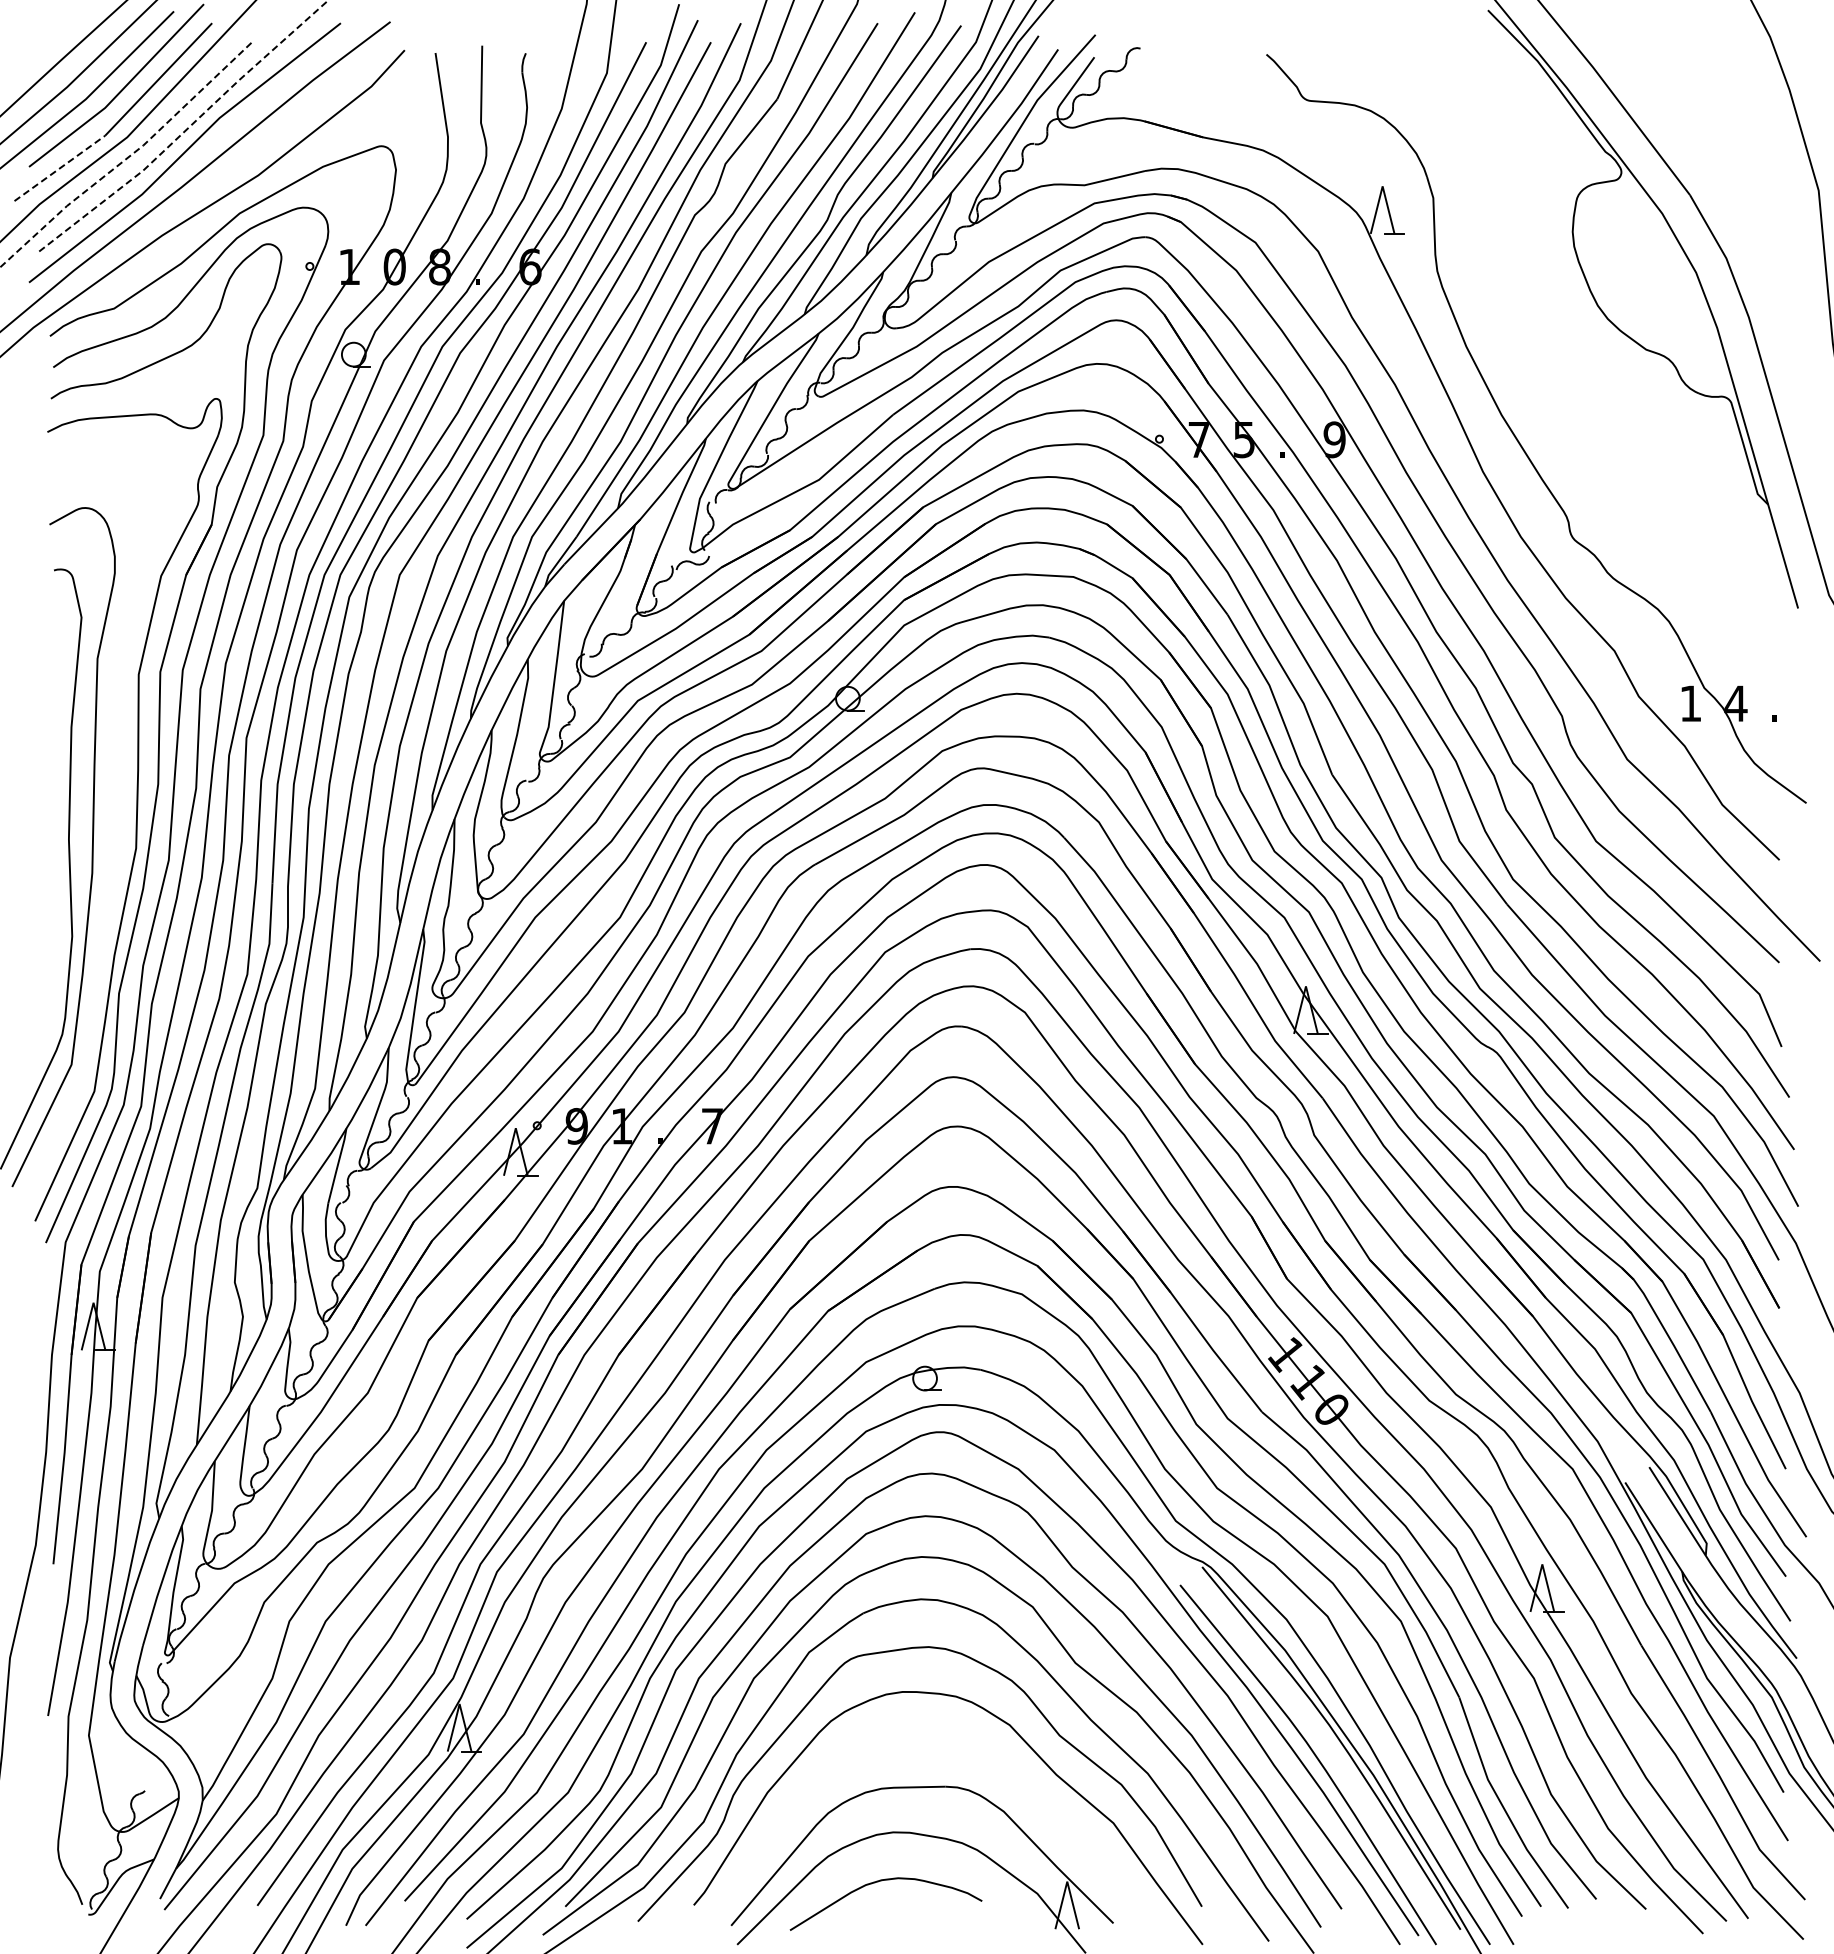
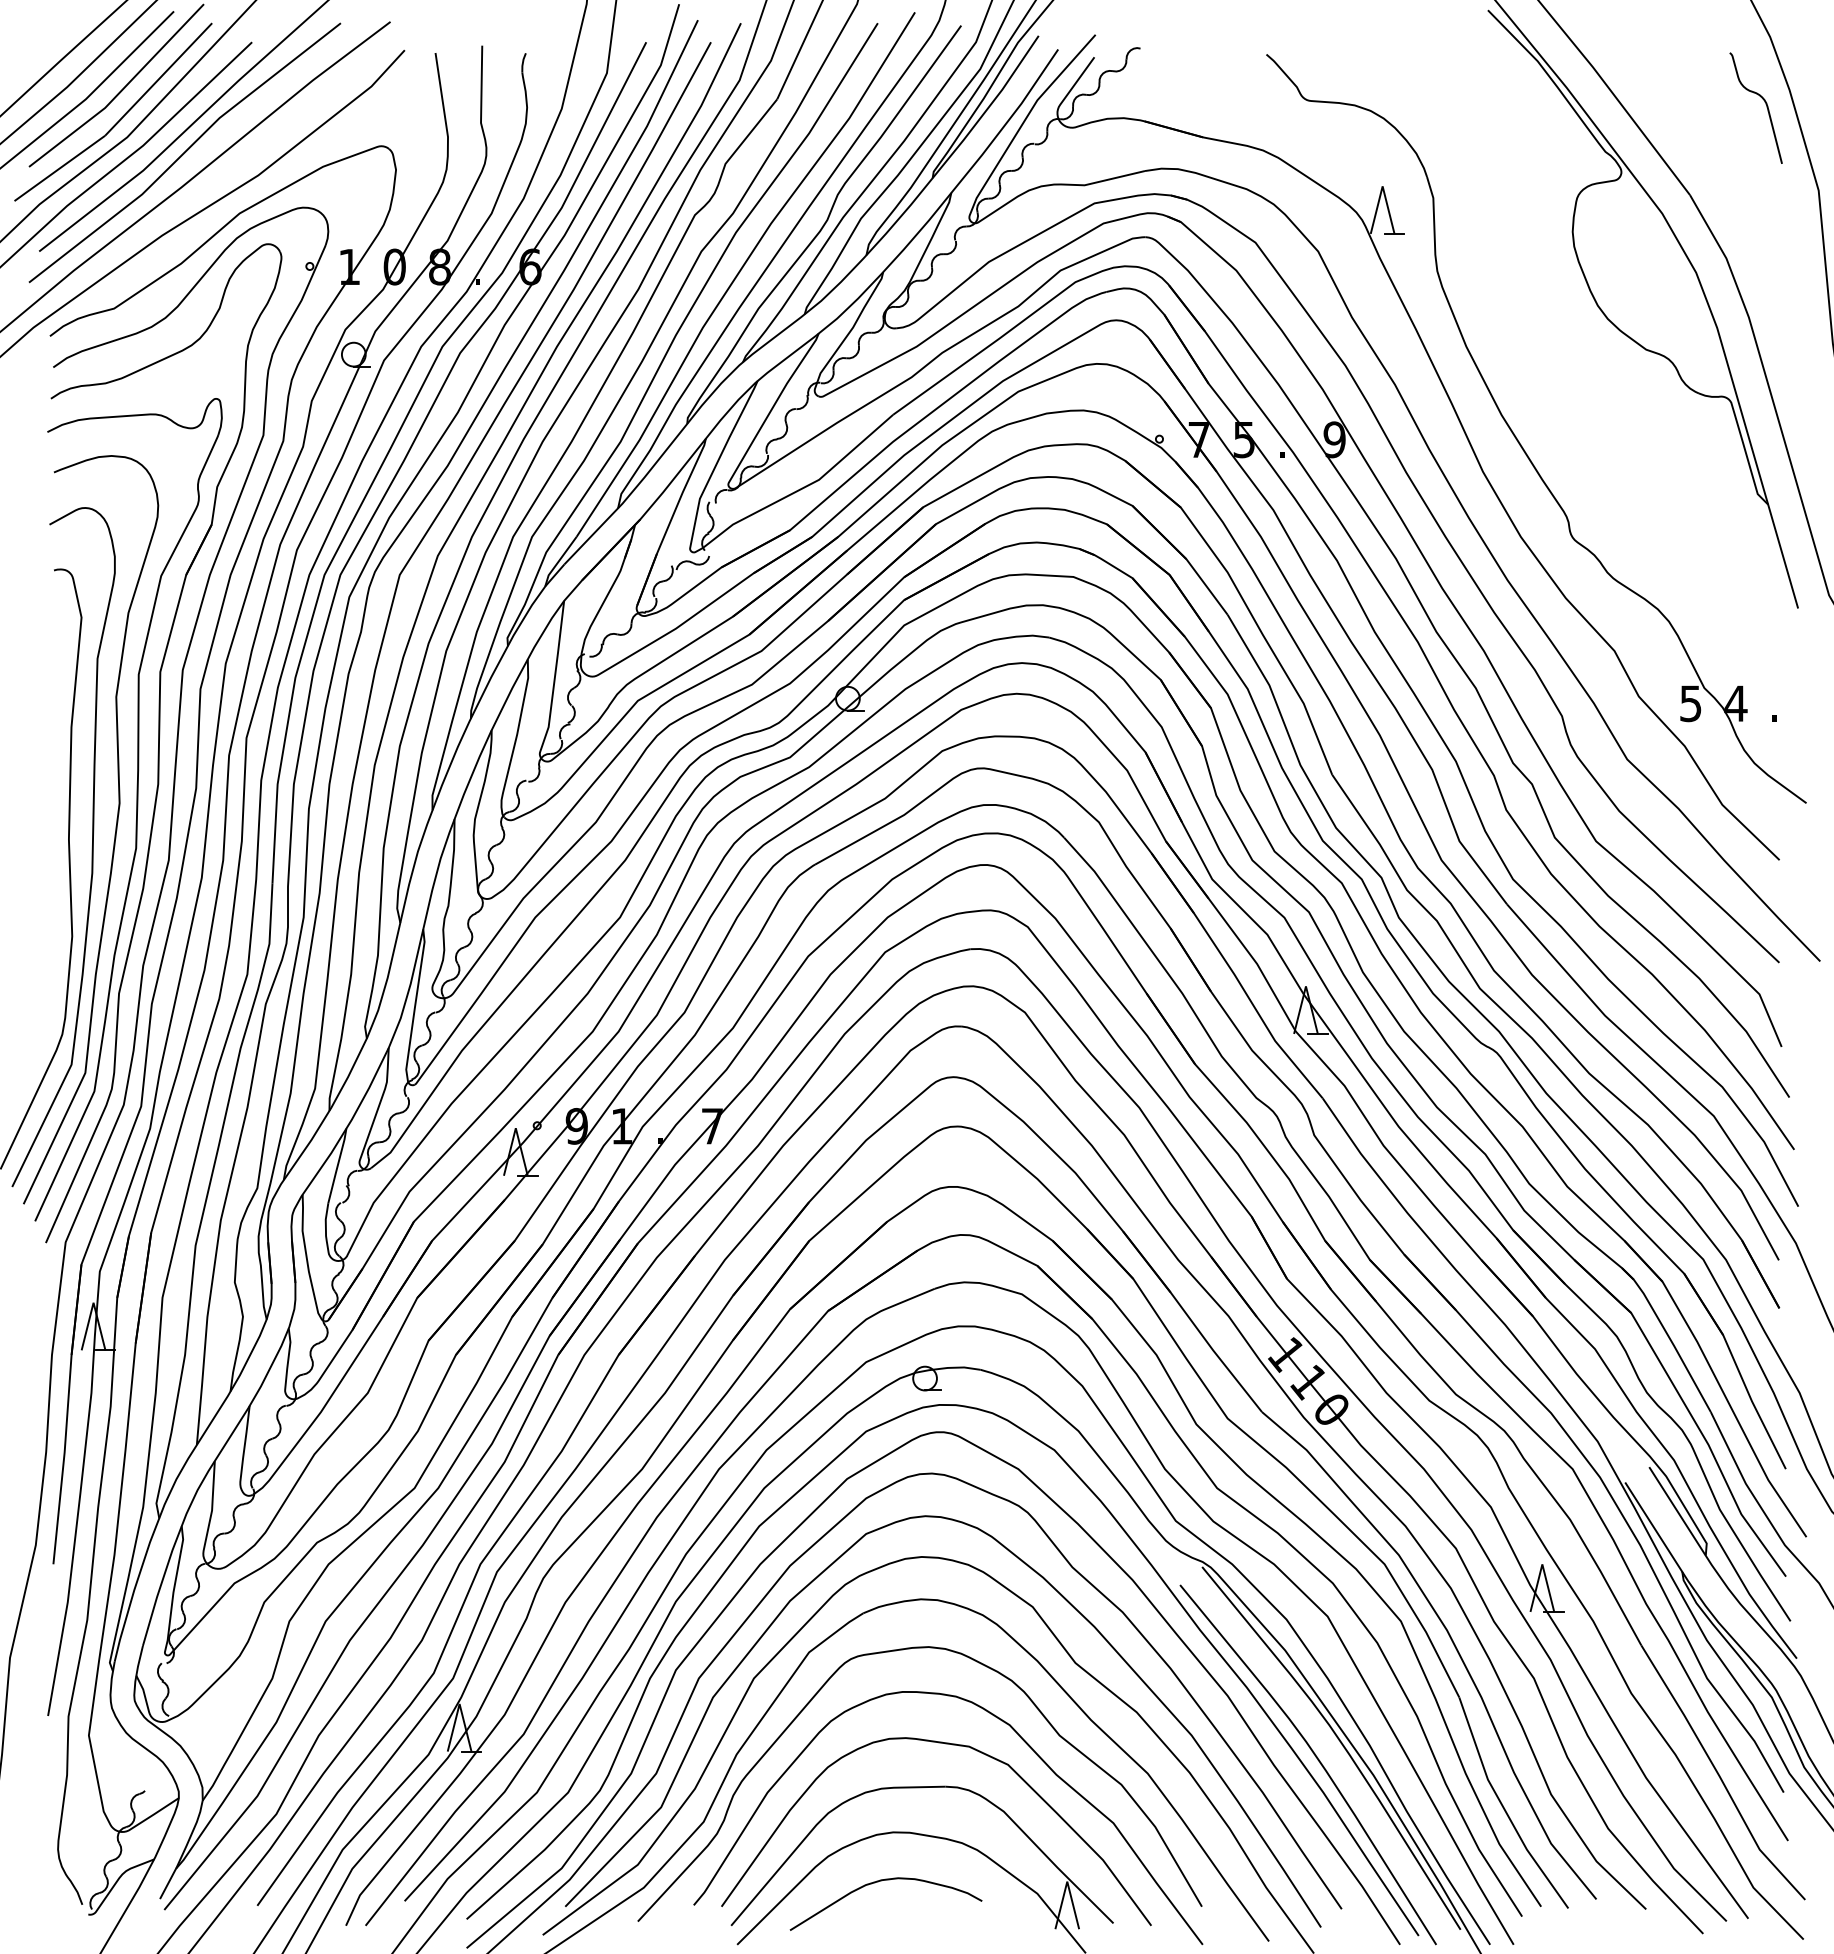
curve at (1764, 102): none -> present
line at (186, 129): dashed -> solid
line at (128, 157): dashed -> solid
line at (59, 168): dashed -> solid
text at (1690, 703): 1 -> 5
curve at (114, 834): none -> present
curve at (945, 1744): none -> present
